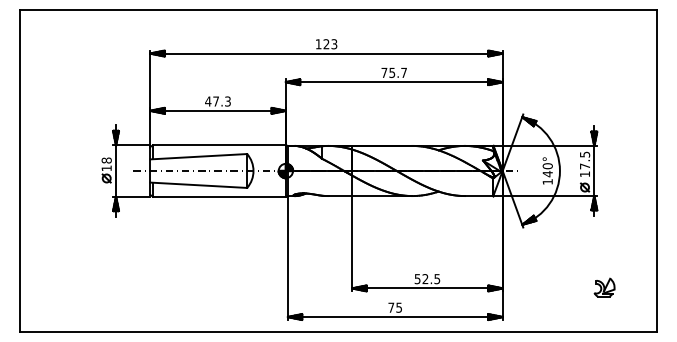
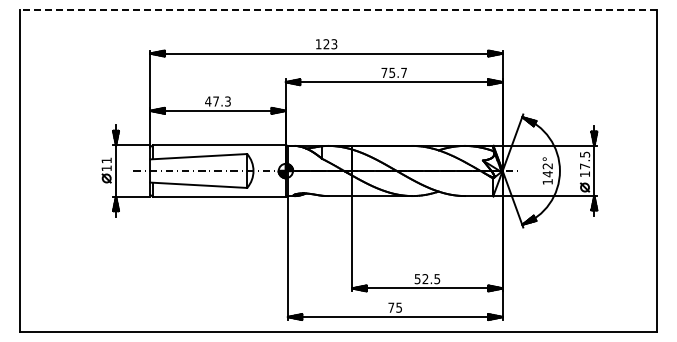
line at (338, 10): solid -> dashed
text at (106, 160): 18 -> 11
text at (547, 166): 140° -> 142°
part at (604, 287): present -> none
